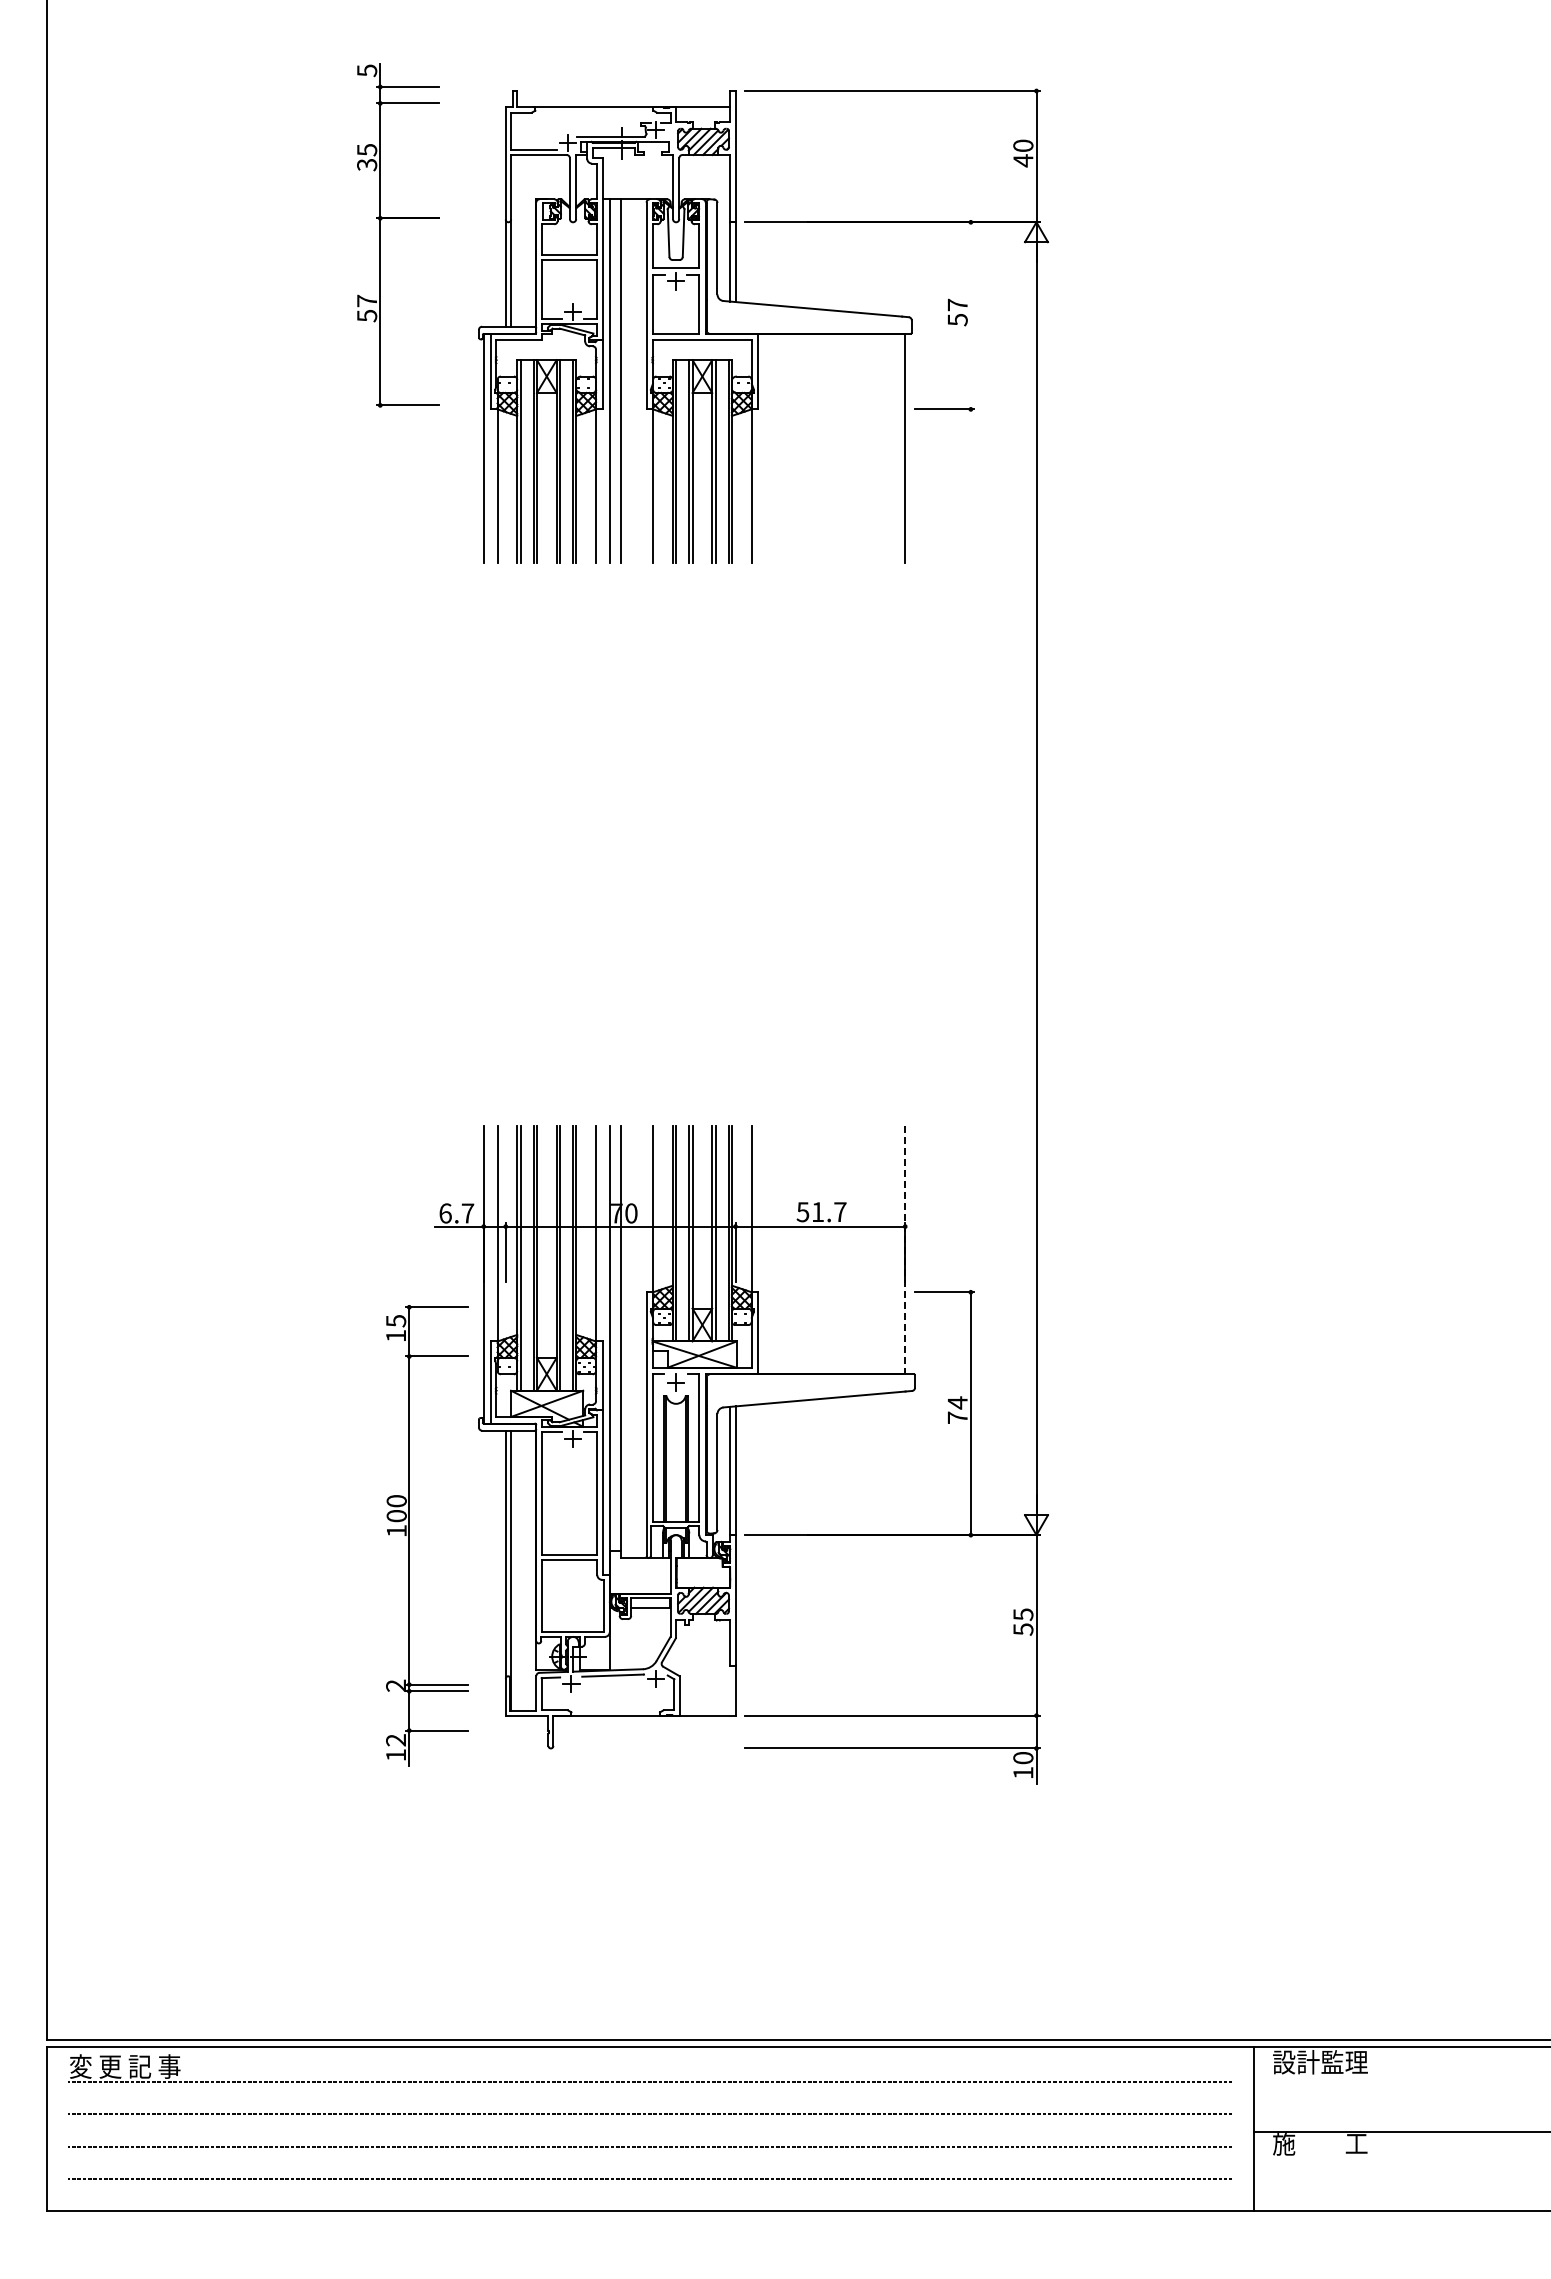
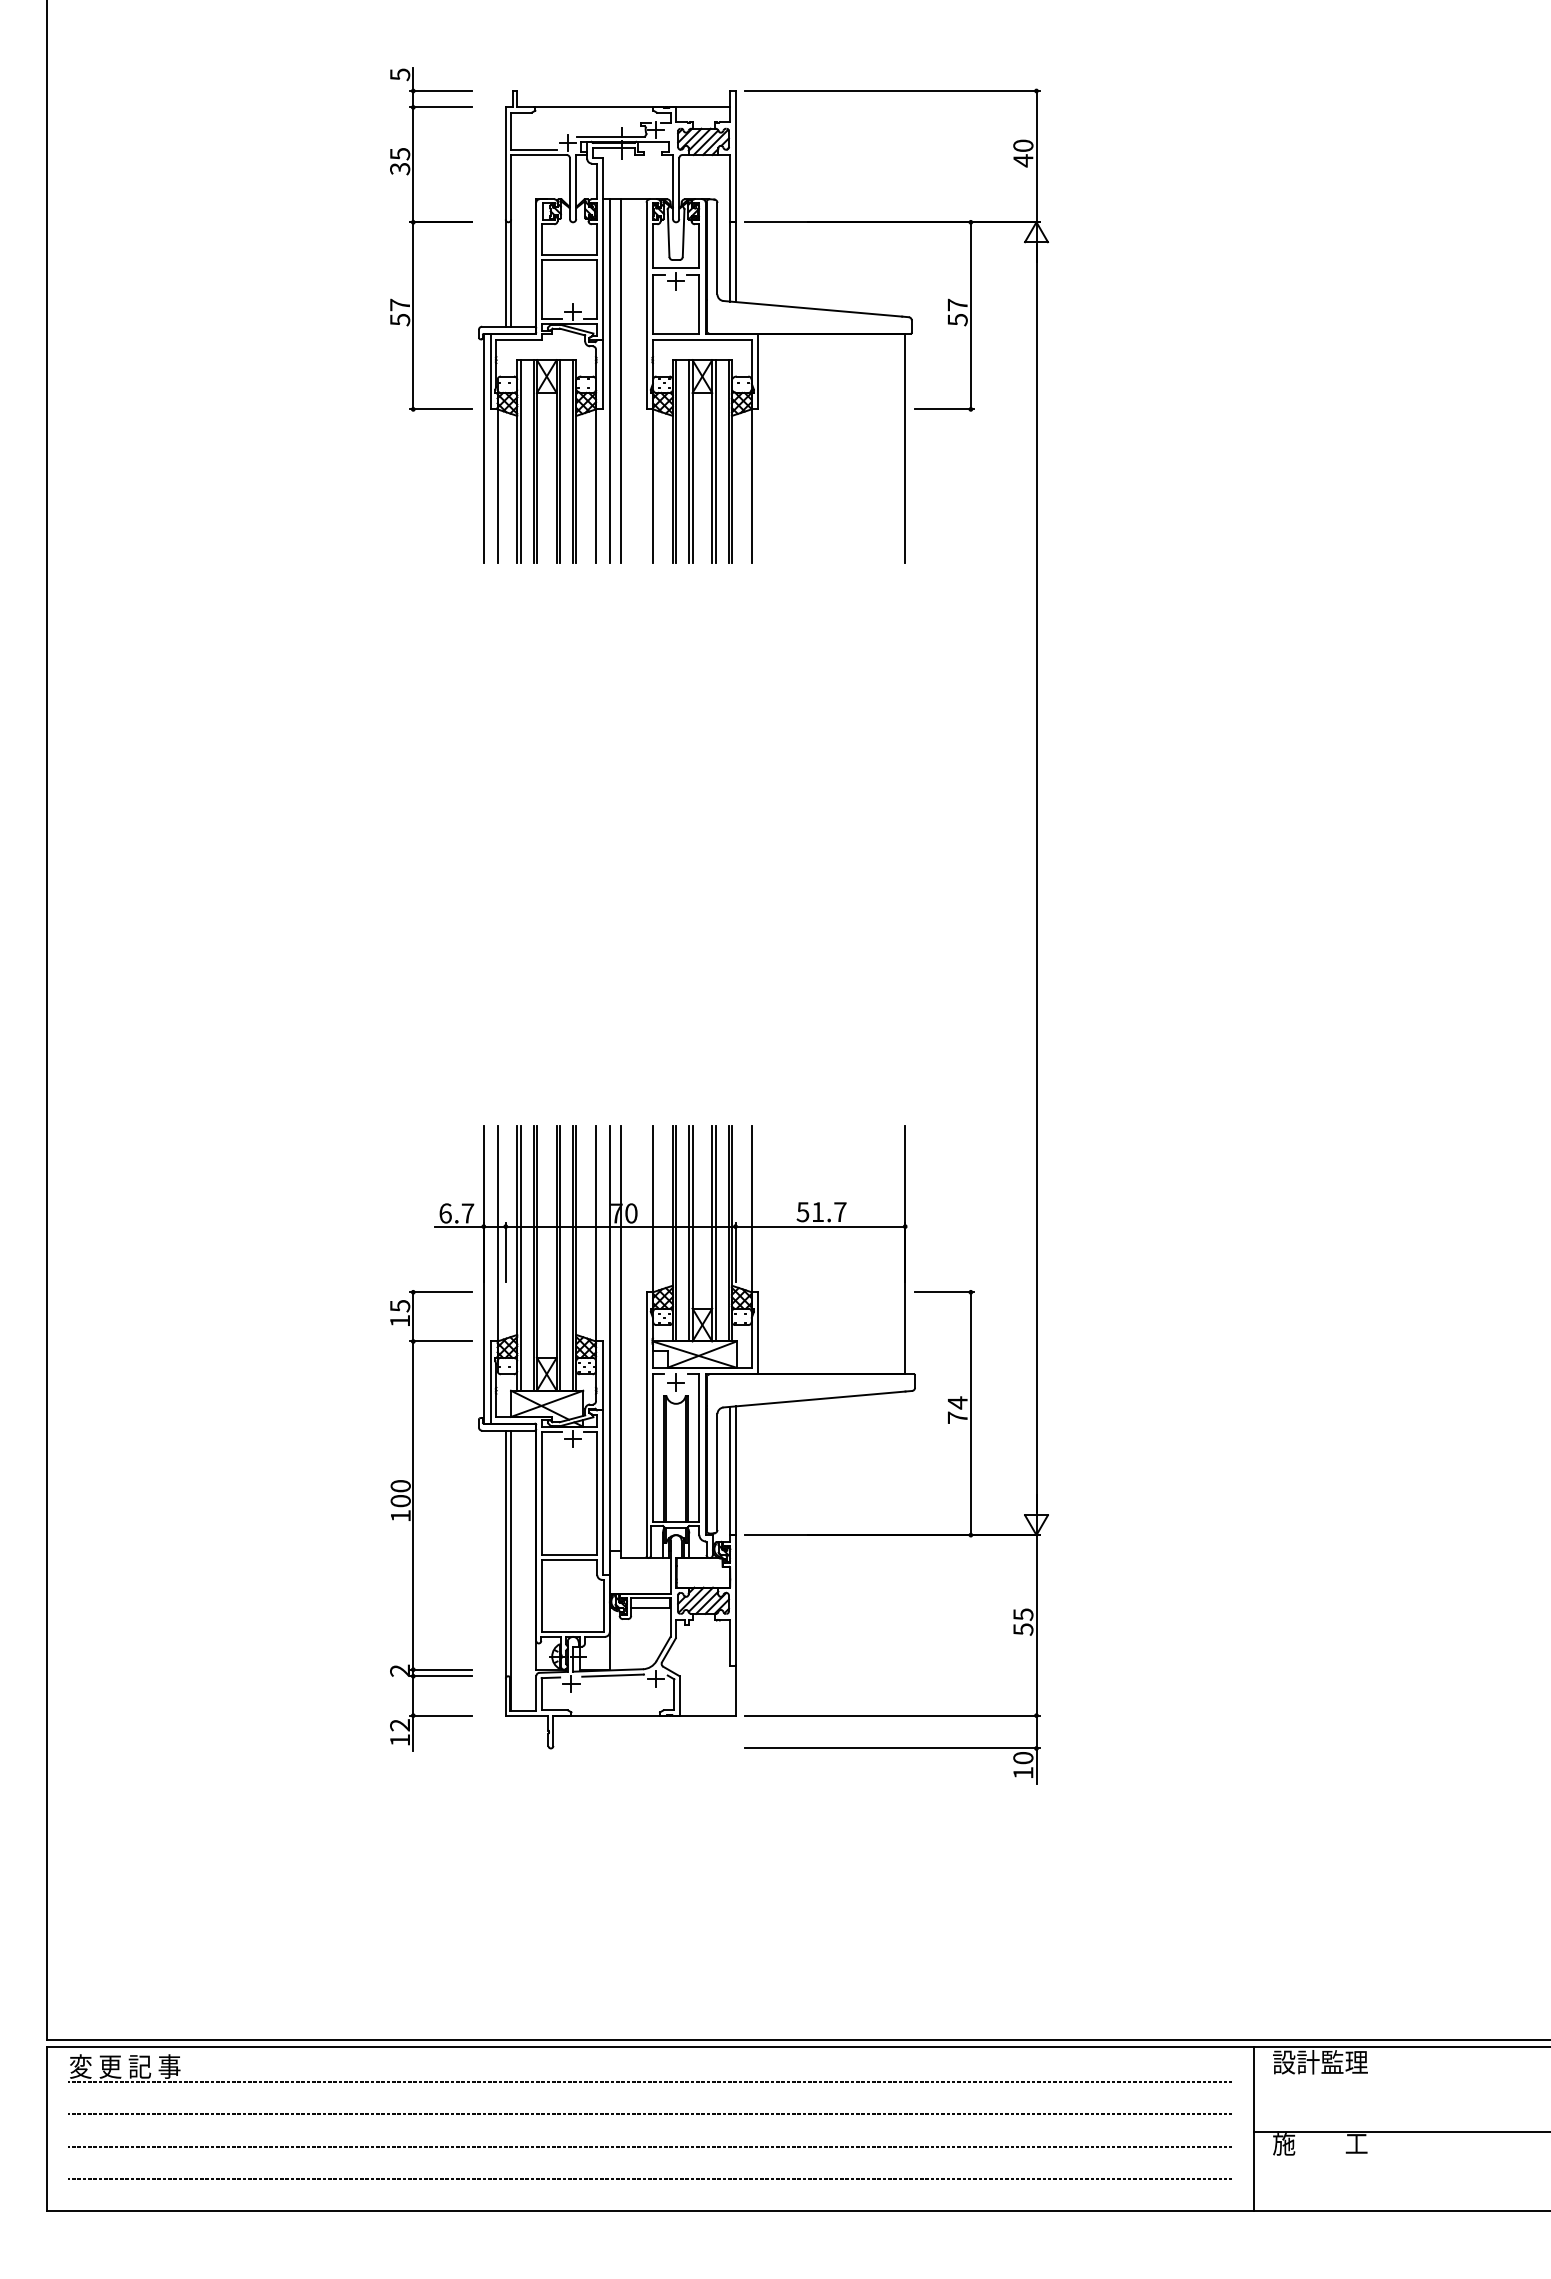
part at (398, 218) position: (398, 218) -> (431, 222)
line at (970, 315): none -> present
line at (905, 1250): dashed -> solid
part at (409, 1535) position: (409, 1535) -> (413, 1520)
